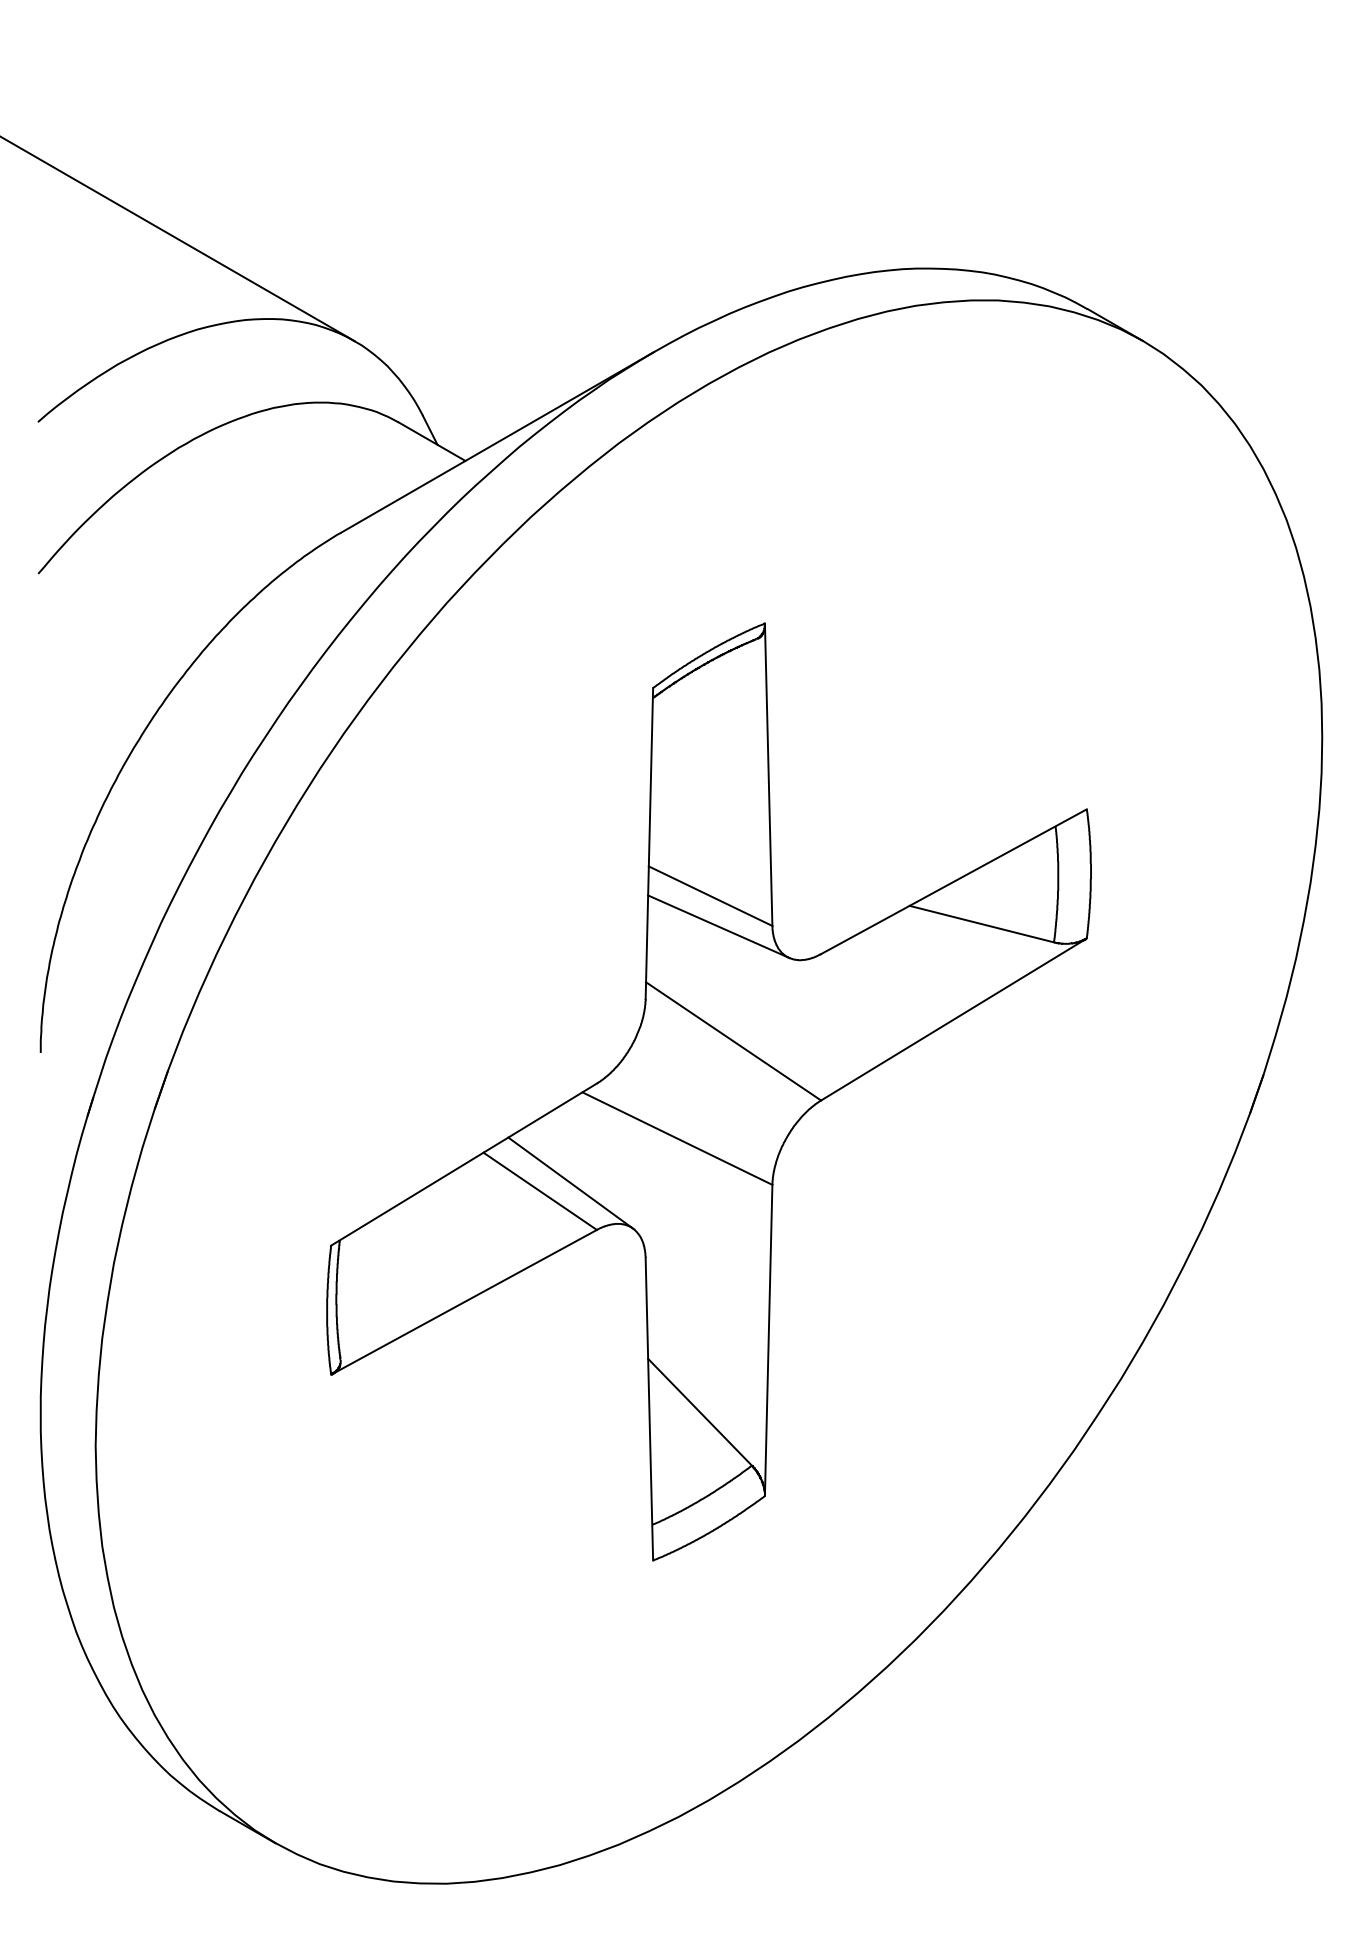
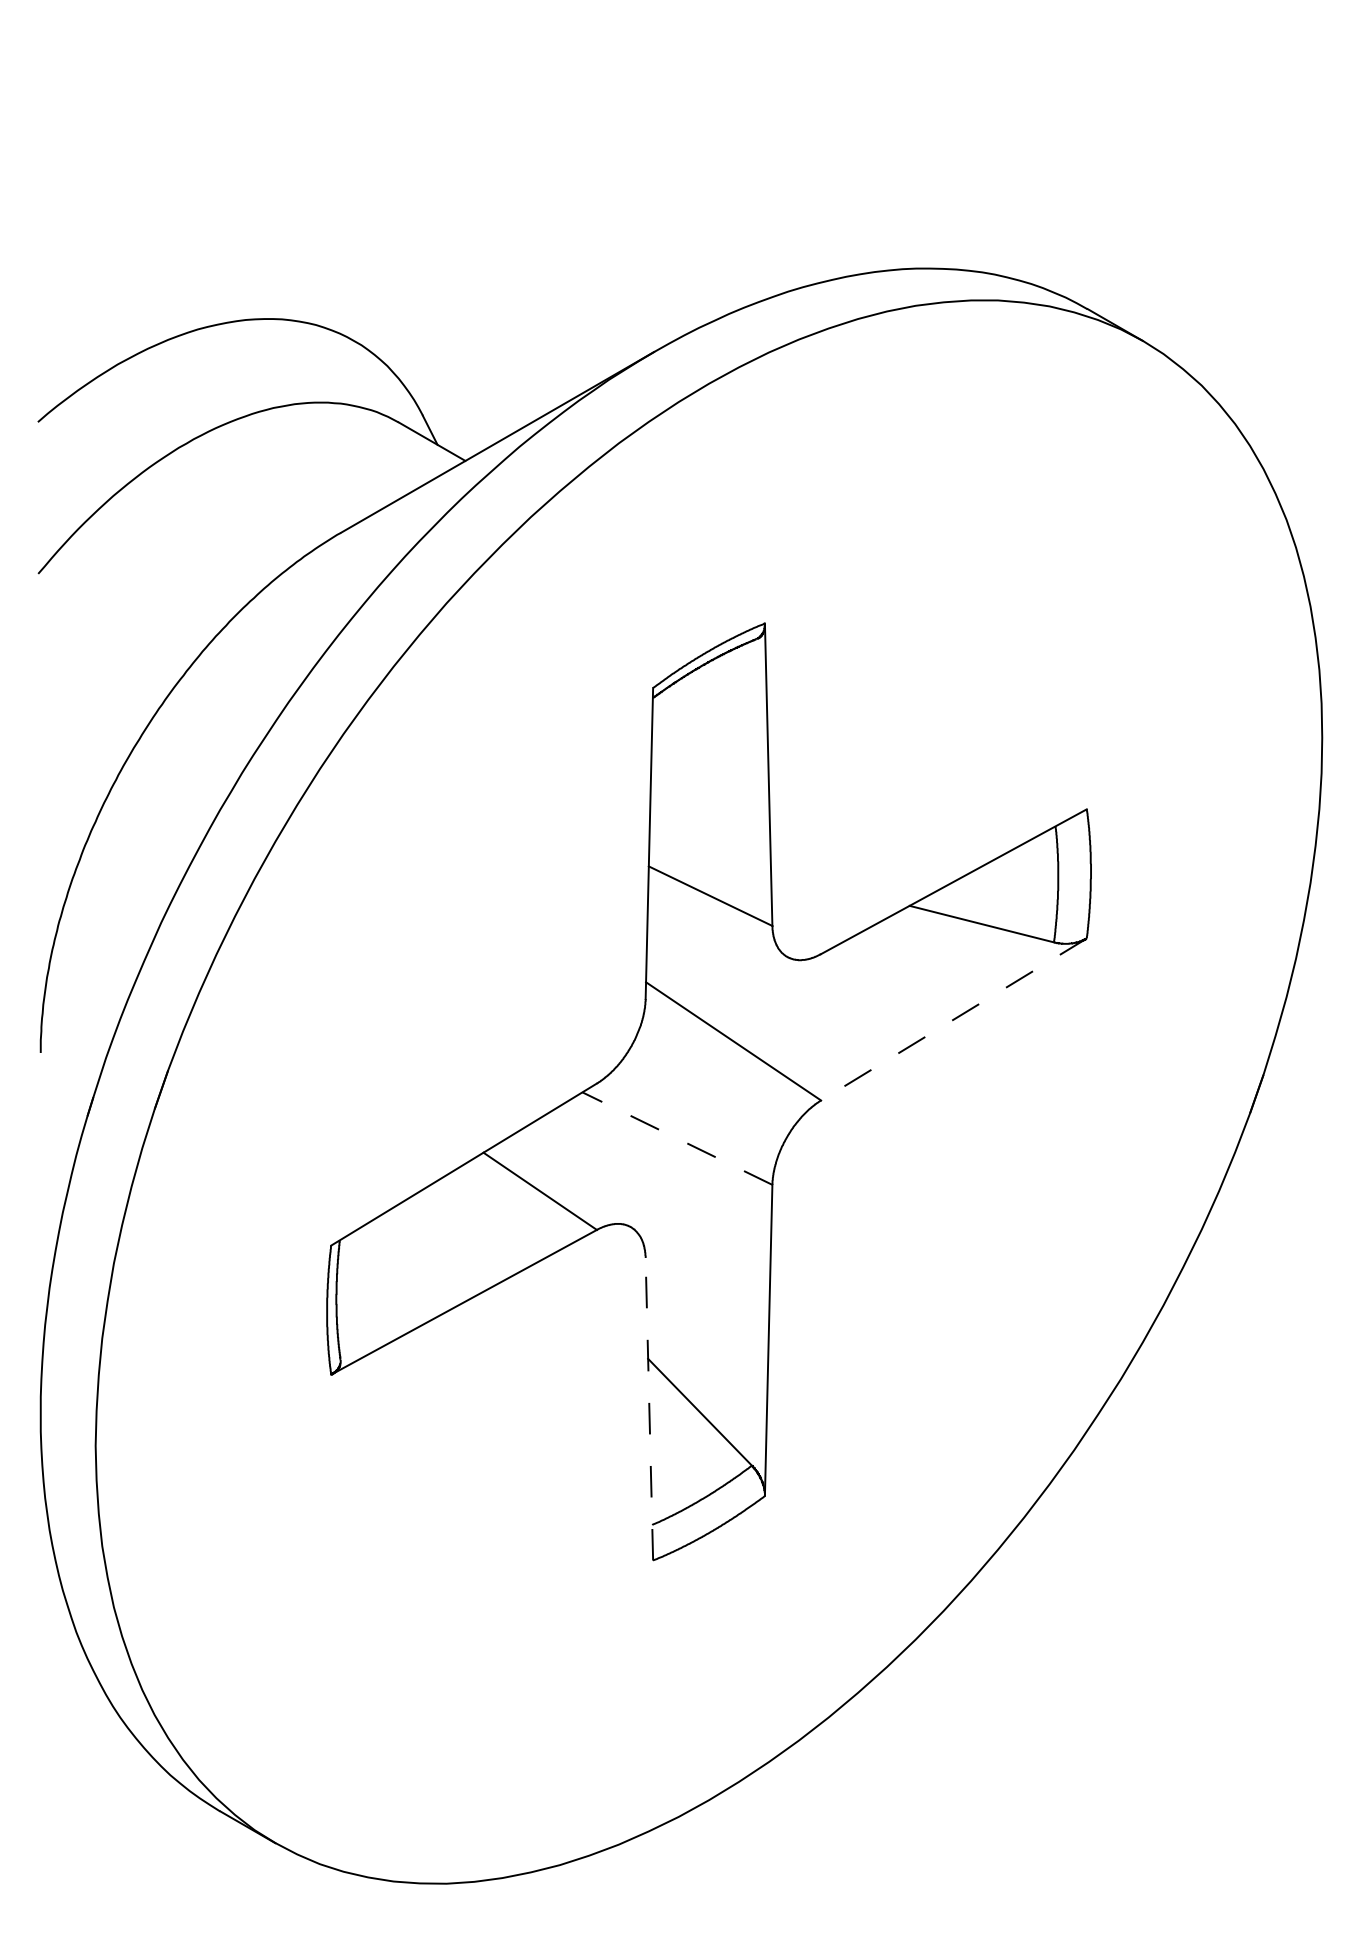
line at (178, 239): present -> none
line at (718, 926): present -> none
line at (953, 1019): solid -> dashed
line at (677, 1138): solid -> dashed
line at (570, 1182): present -> none
line at (649, 1408): solid -> dashed
